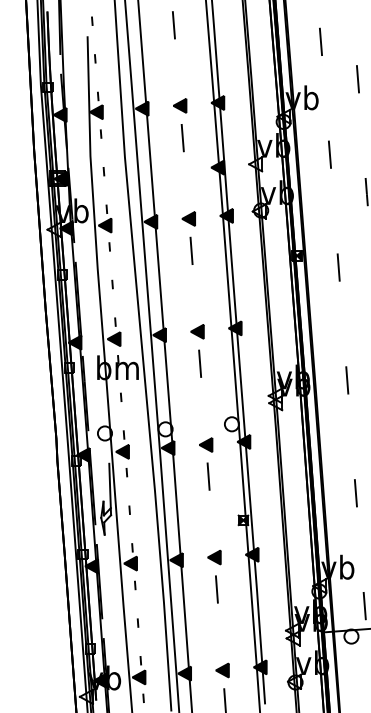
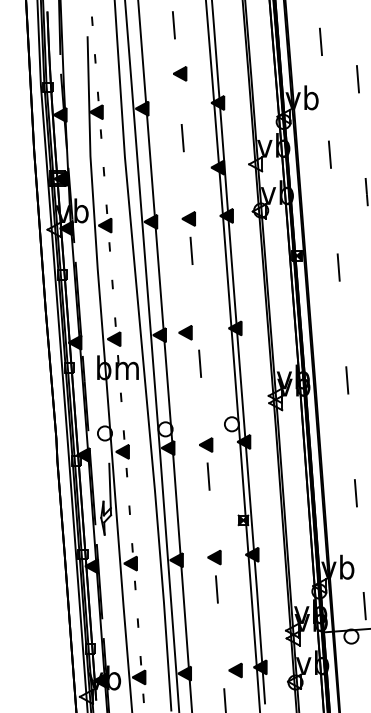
part at (180, 105) position: (180, 105) -> (180, 73)
part at (197, 331) position: (197, 331) -> (185, 332)
part at (222, 670) position: (222, 670) -> (235, 670)
